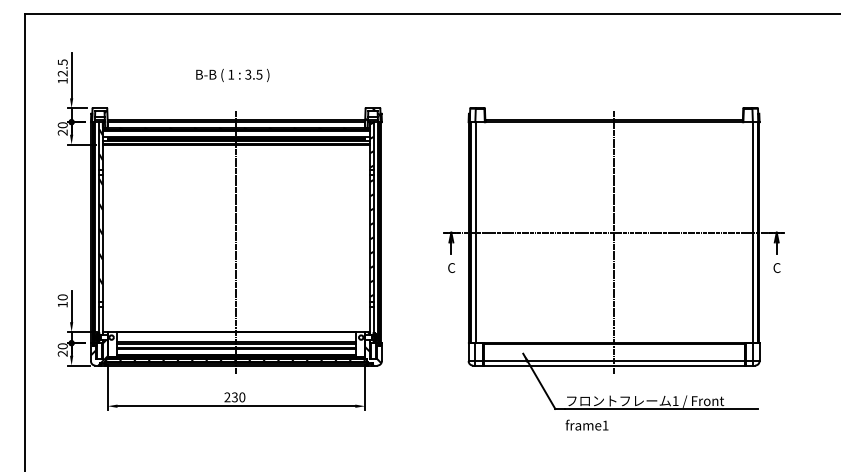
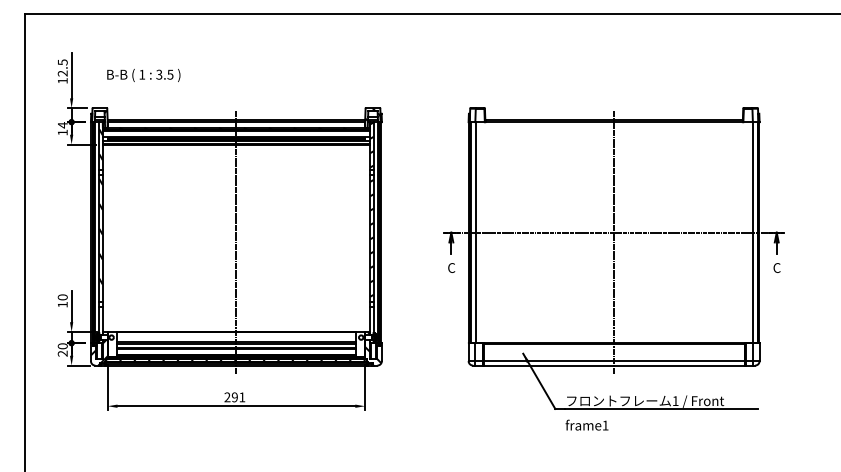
text at (232, 75) position: (232, 75) -> (143, 75)
text at (62, 128): 20 -> 14
text at (238, 397): 230 -> 291
